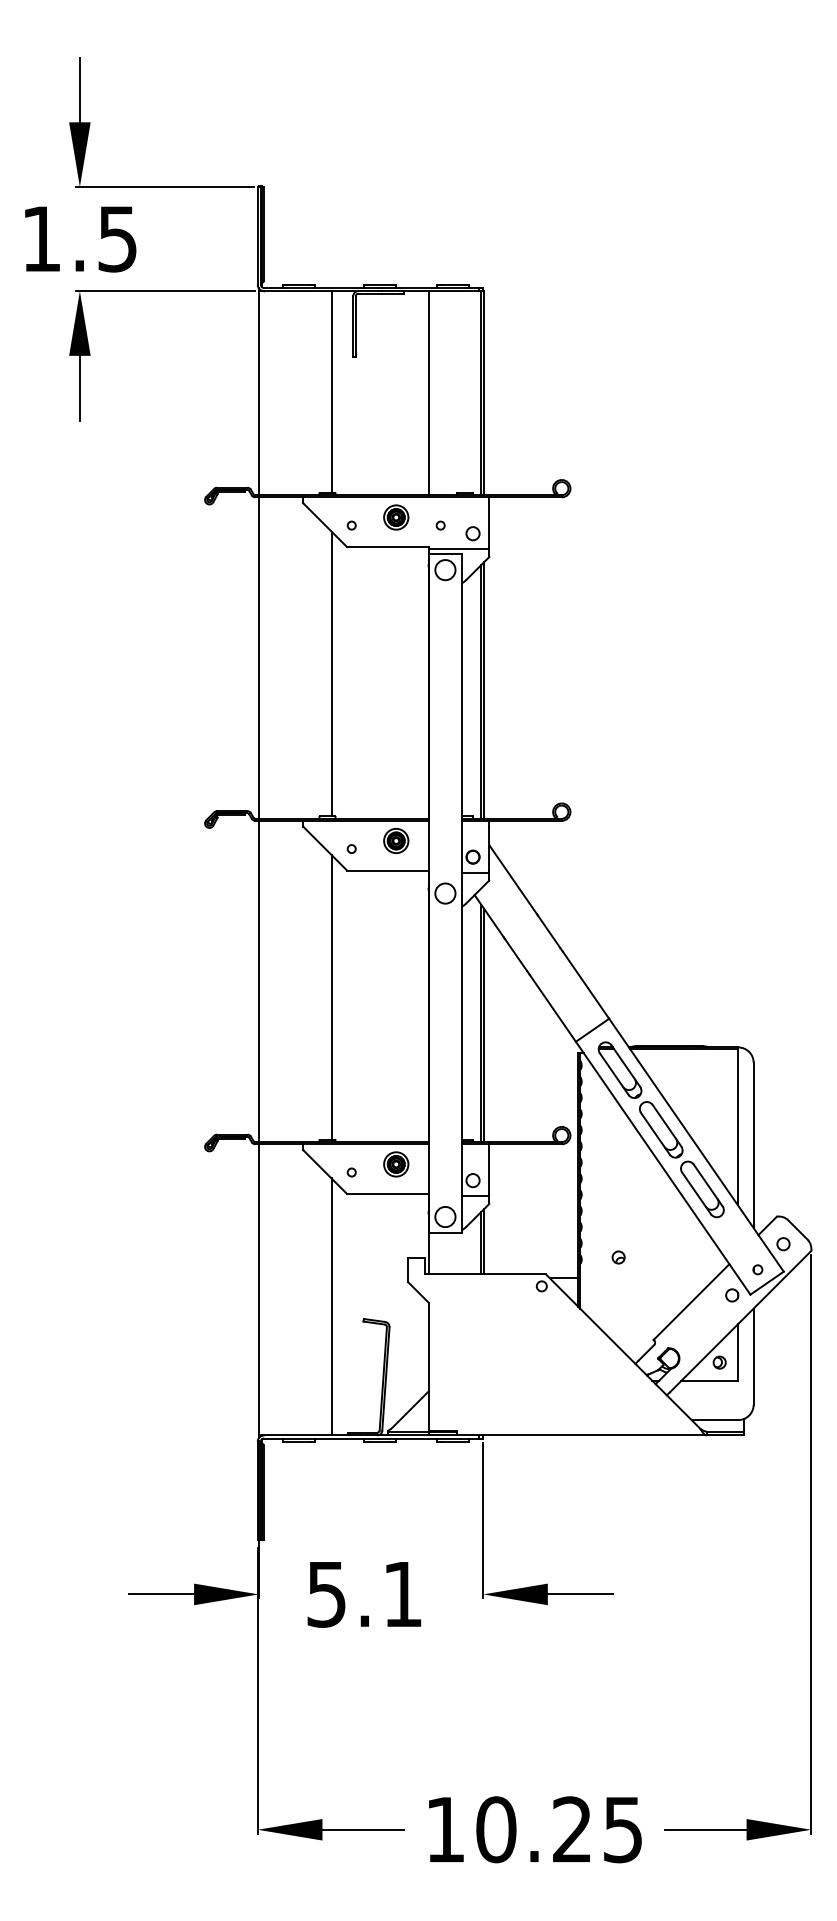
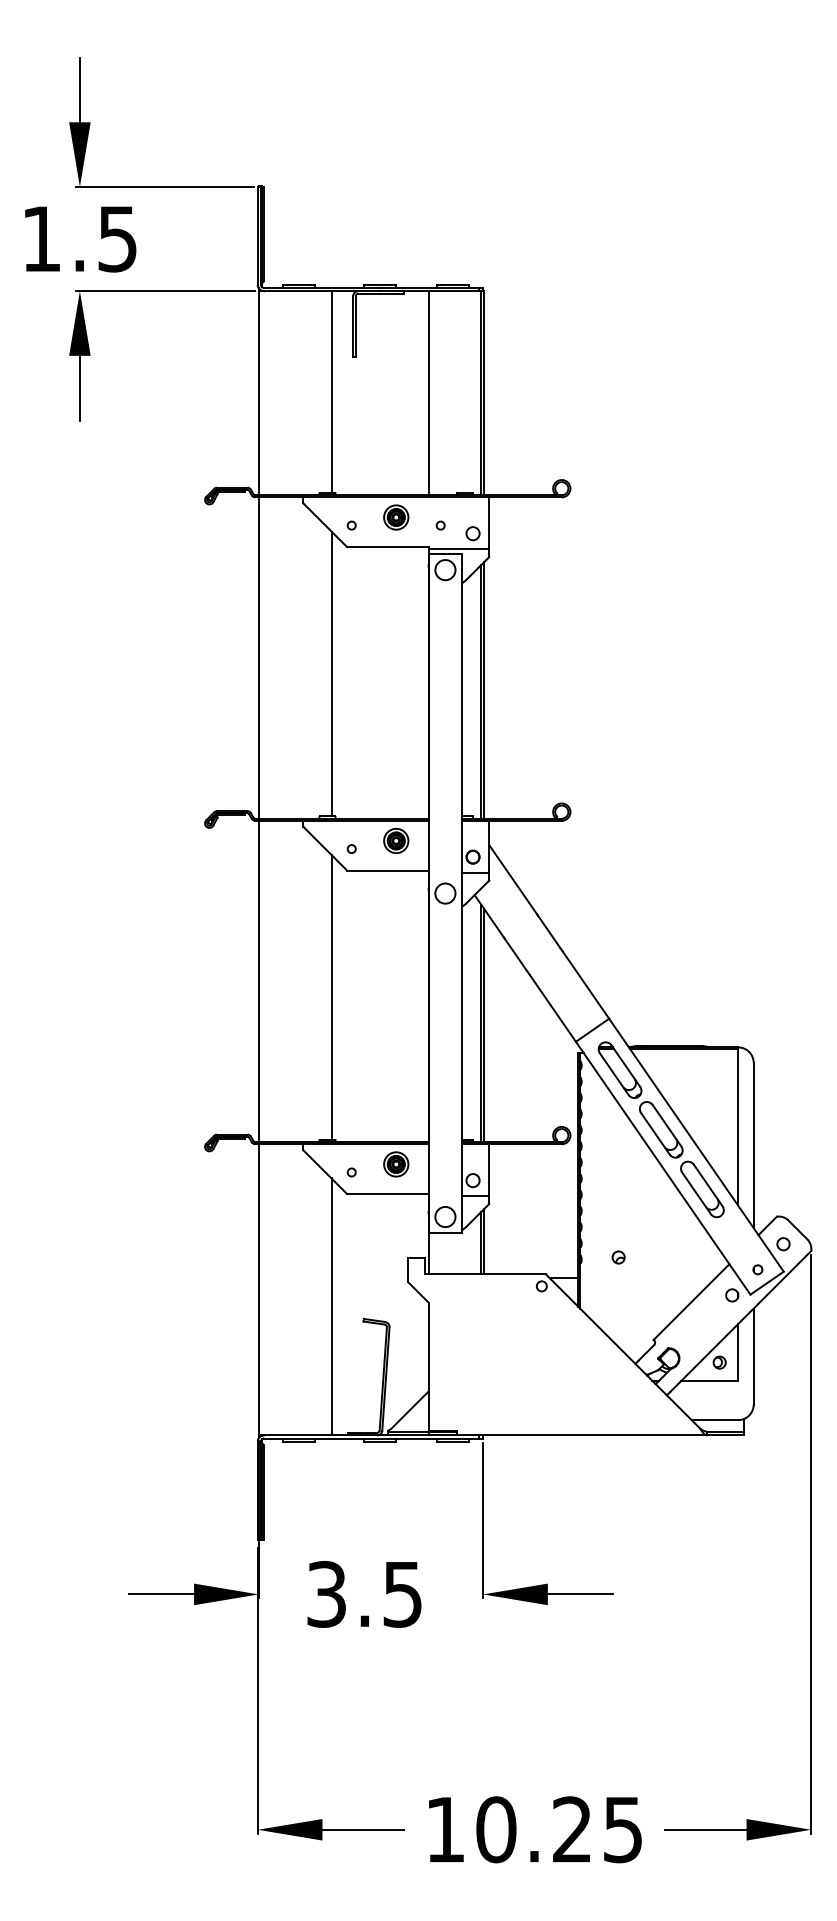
text at (364, 1594): 5.1 -> 3.5
